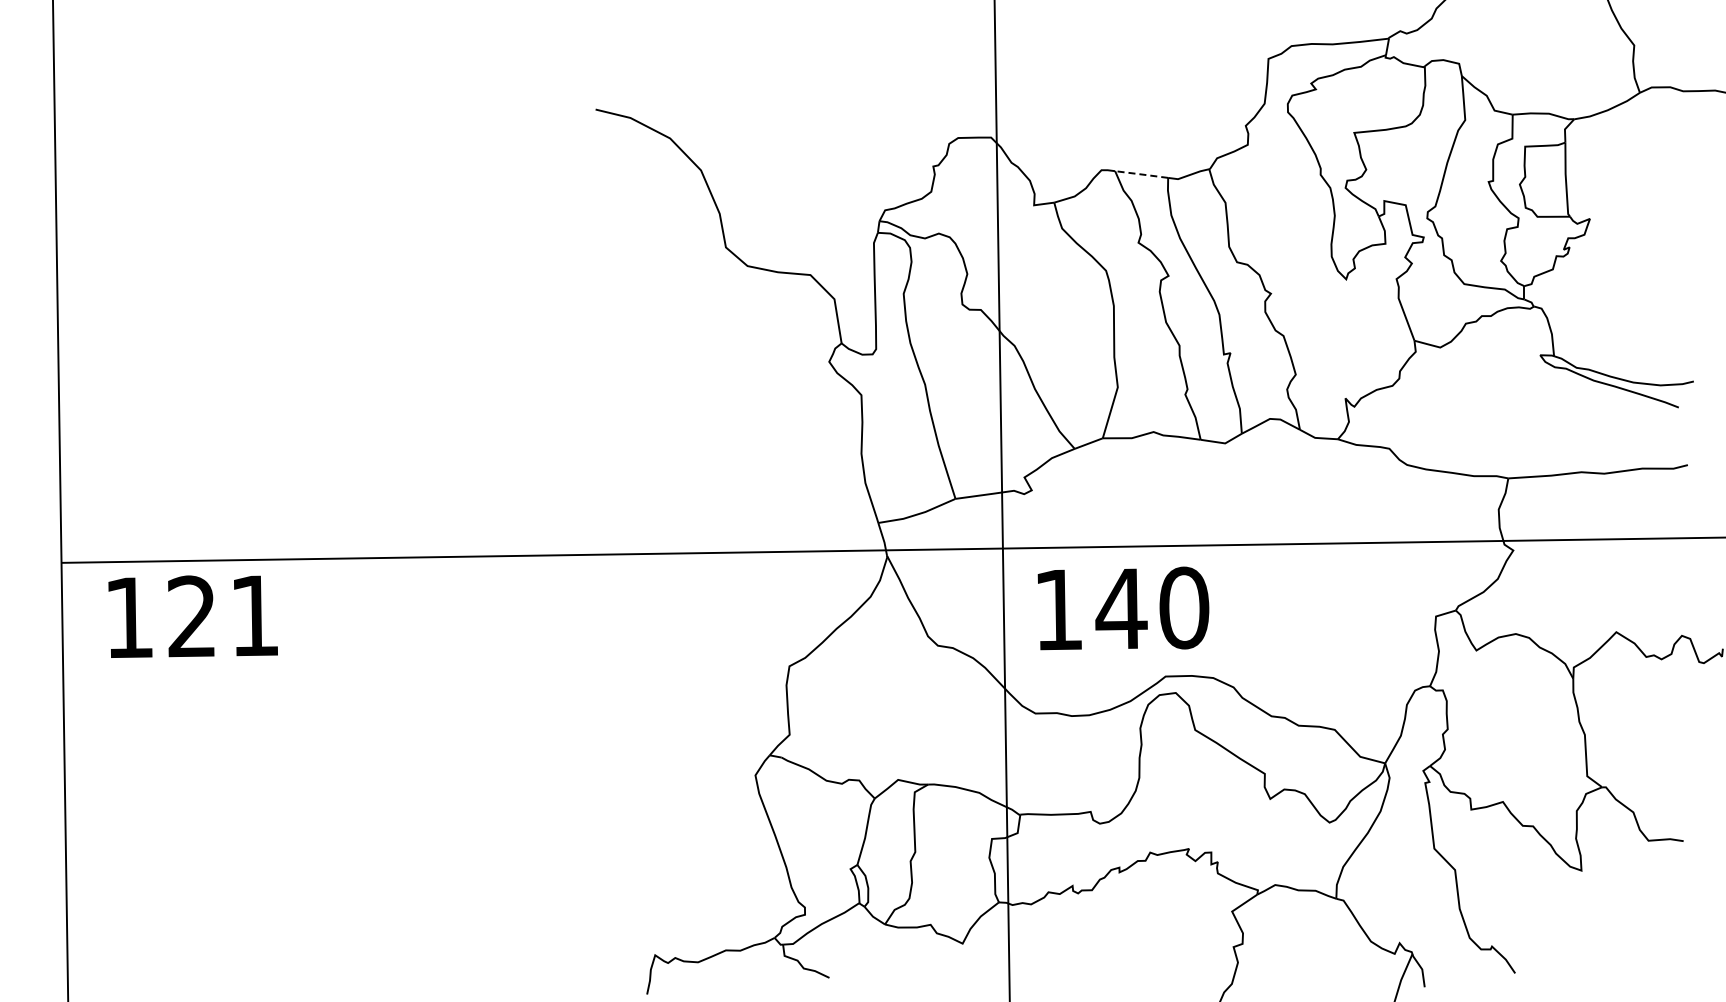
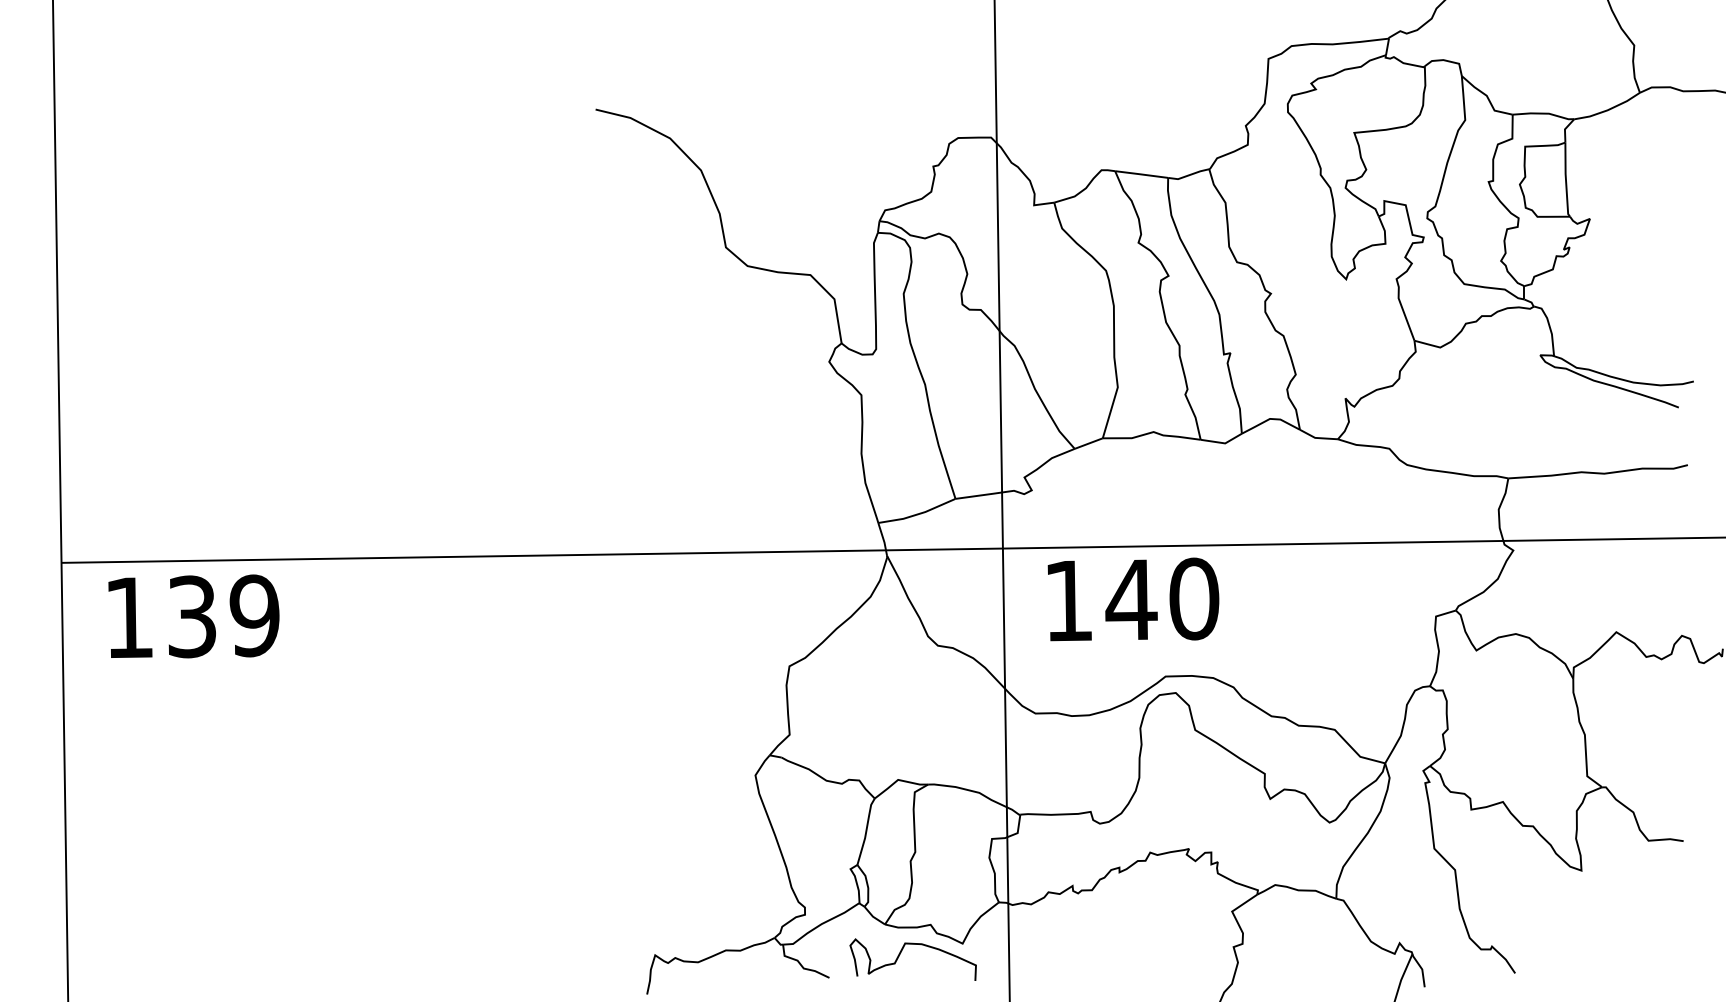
line at (1140, 174): dashed -> solid
text at (1123, 608) position: (1123, 608) -> (1133, 599)
text at (223, 616): 121 -> 139
curve at (902, 951): none -> present
